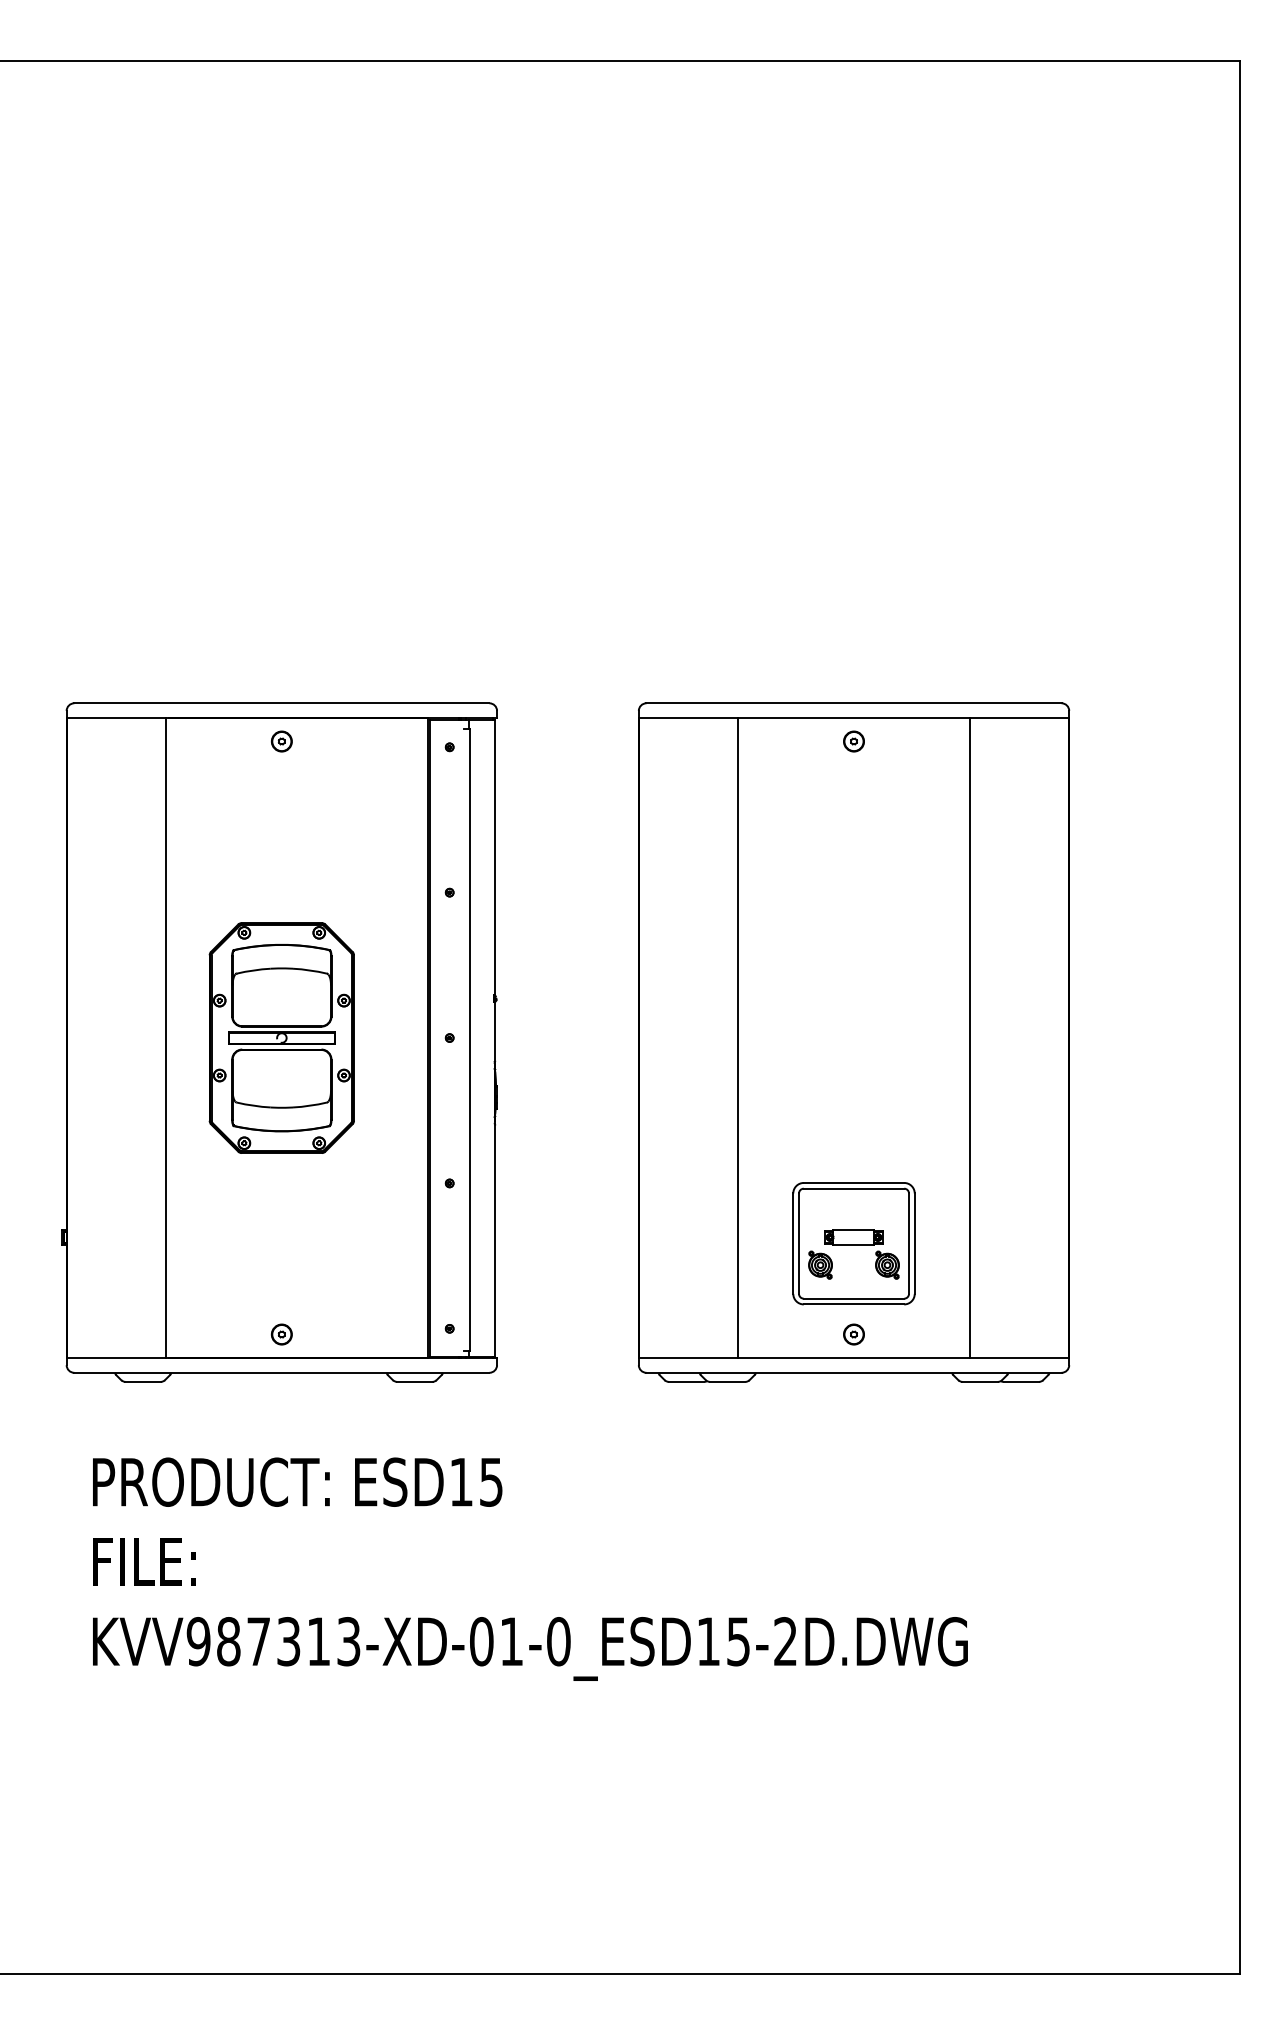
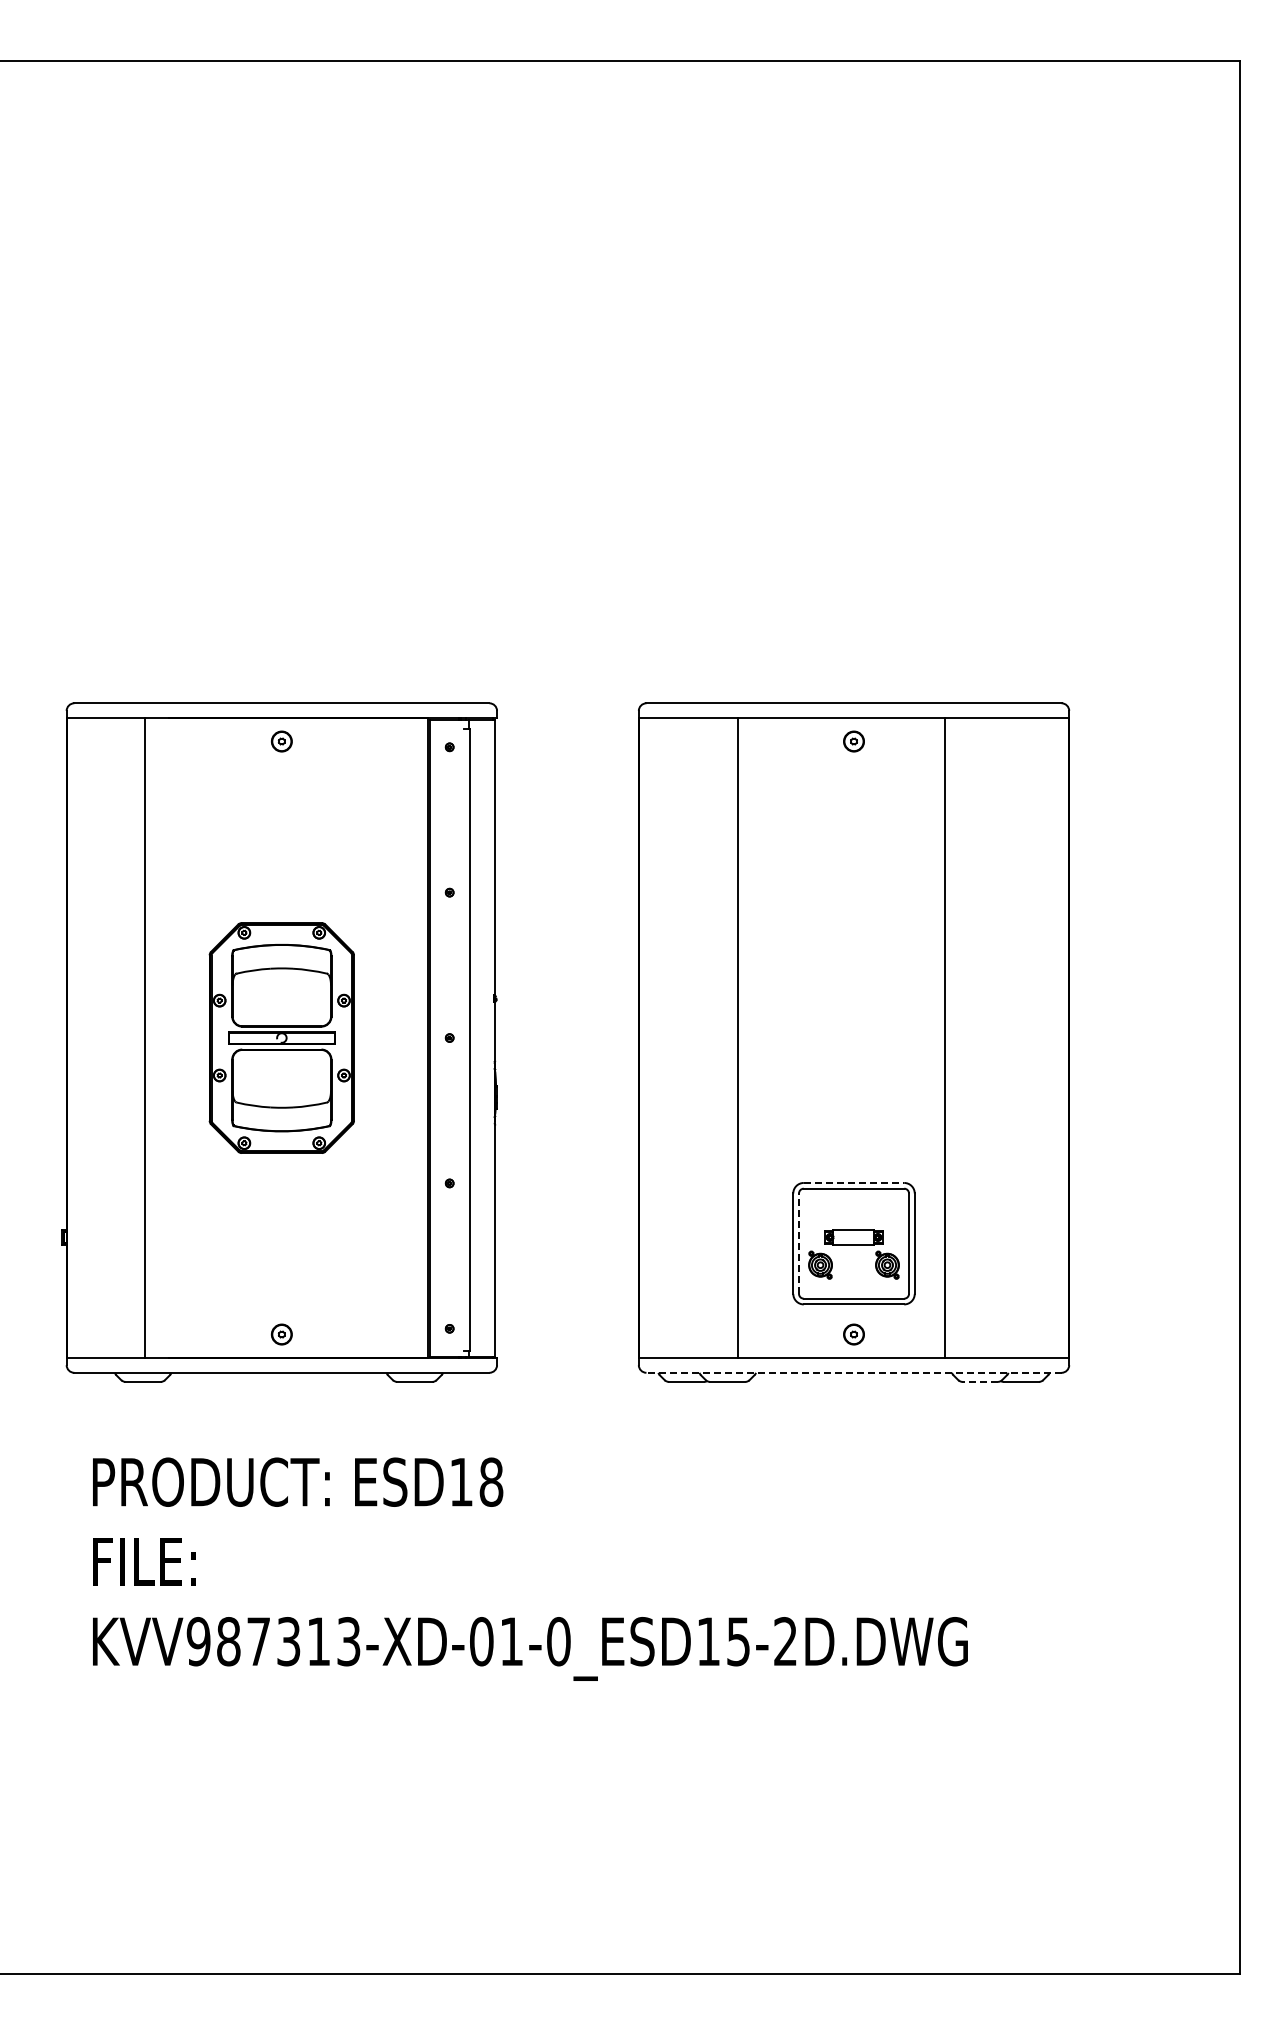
line at (165, 1037) position: (165, 1037) -> (144, 1037)
line at (969, 1037) position: (969, 1037) -> (944, 1037)
line at (854, 1182): solid -> dashed
line at (799, 1243): solid -> dashed
line at (854, 1372): solid -> dashed
line at (980, 1381): solid -> dashed
text at (491, 1481): ESD15 -> ESD18
